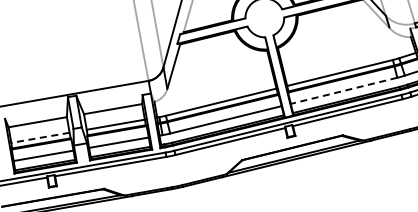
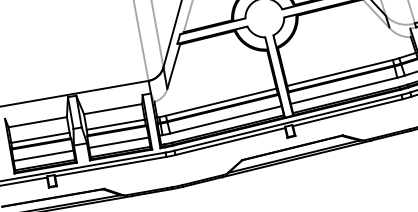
line at (344, 90): dashed -> solid
line at (40, 137): dashed -> solid
